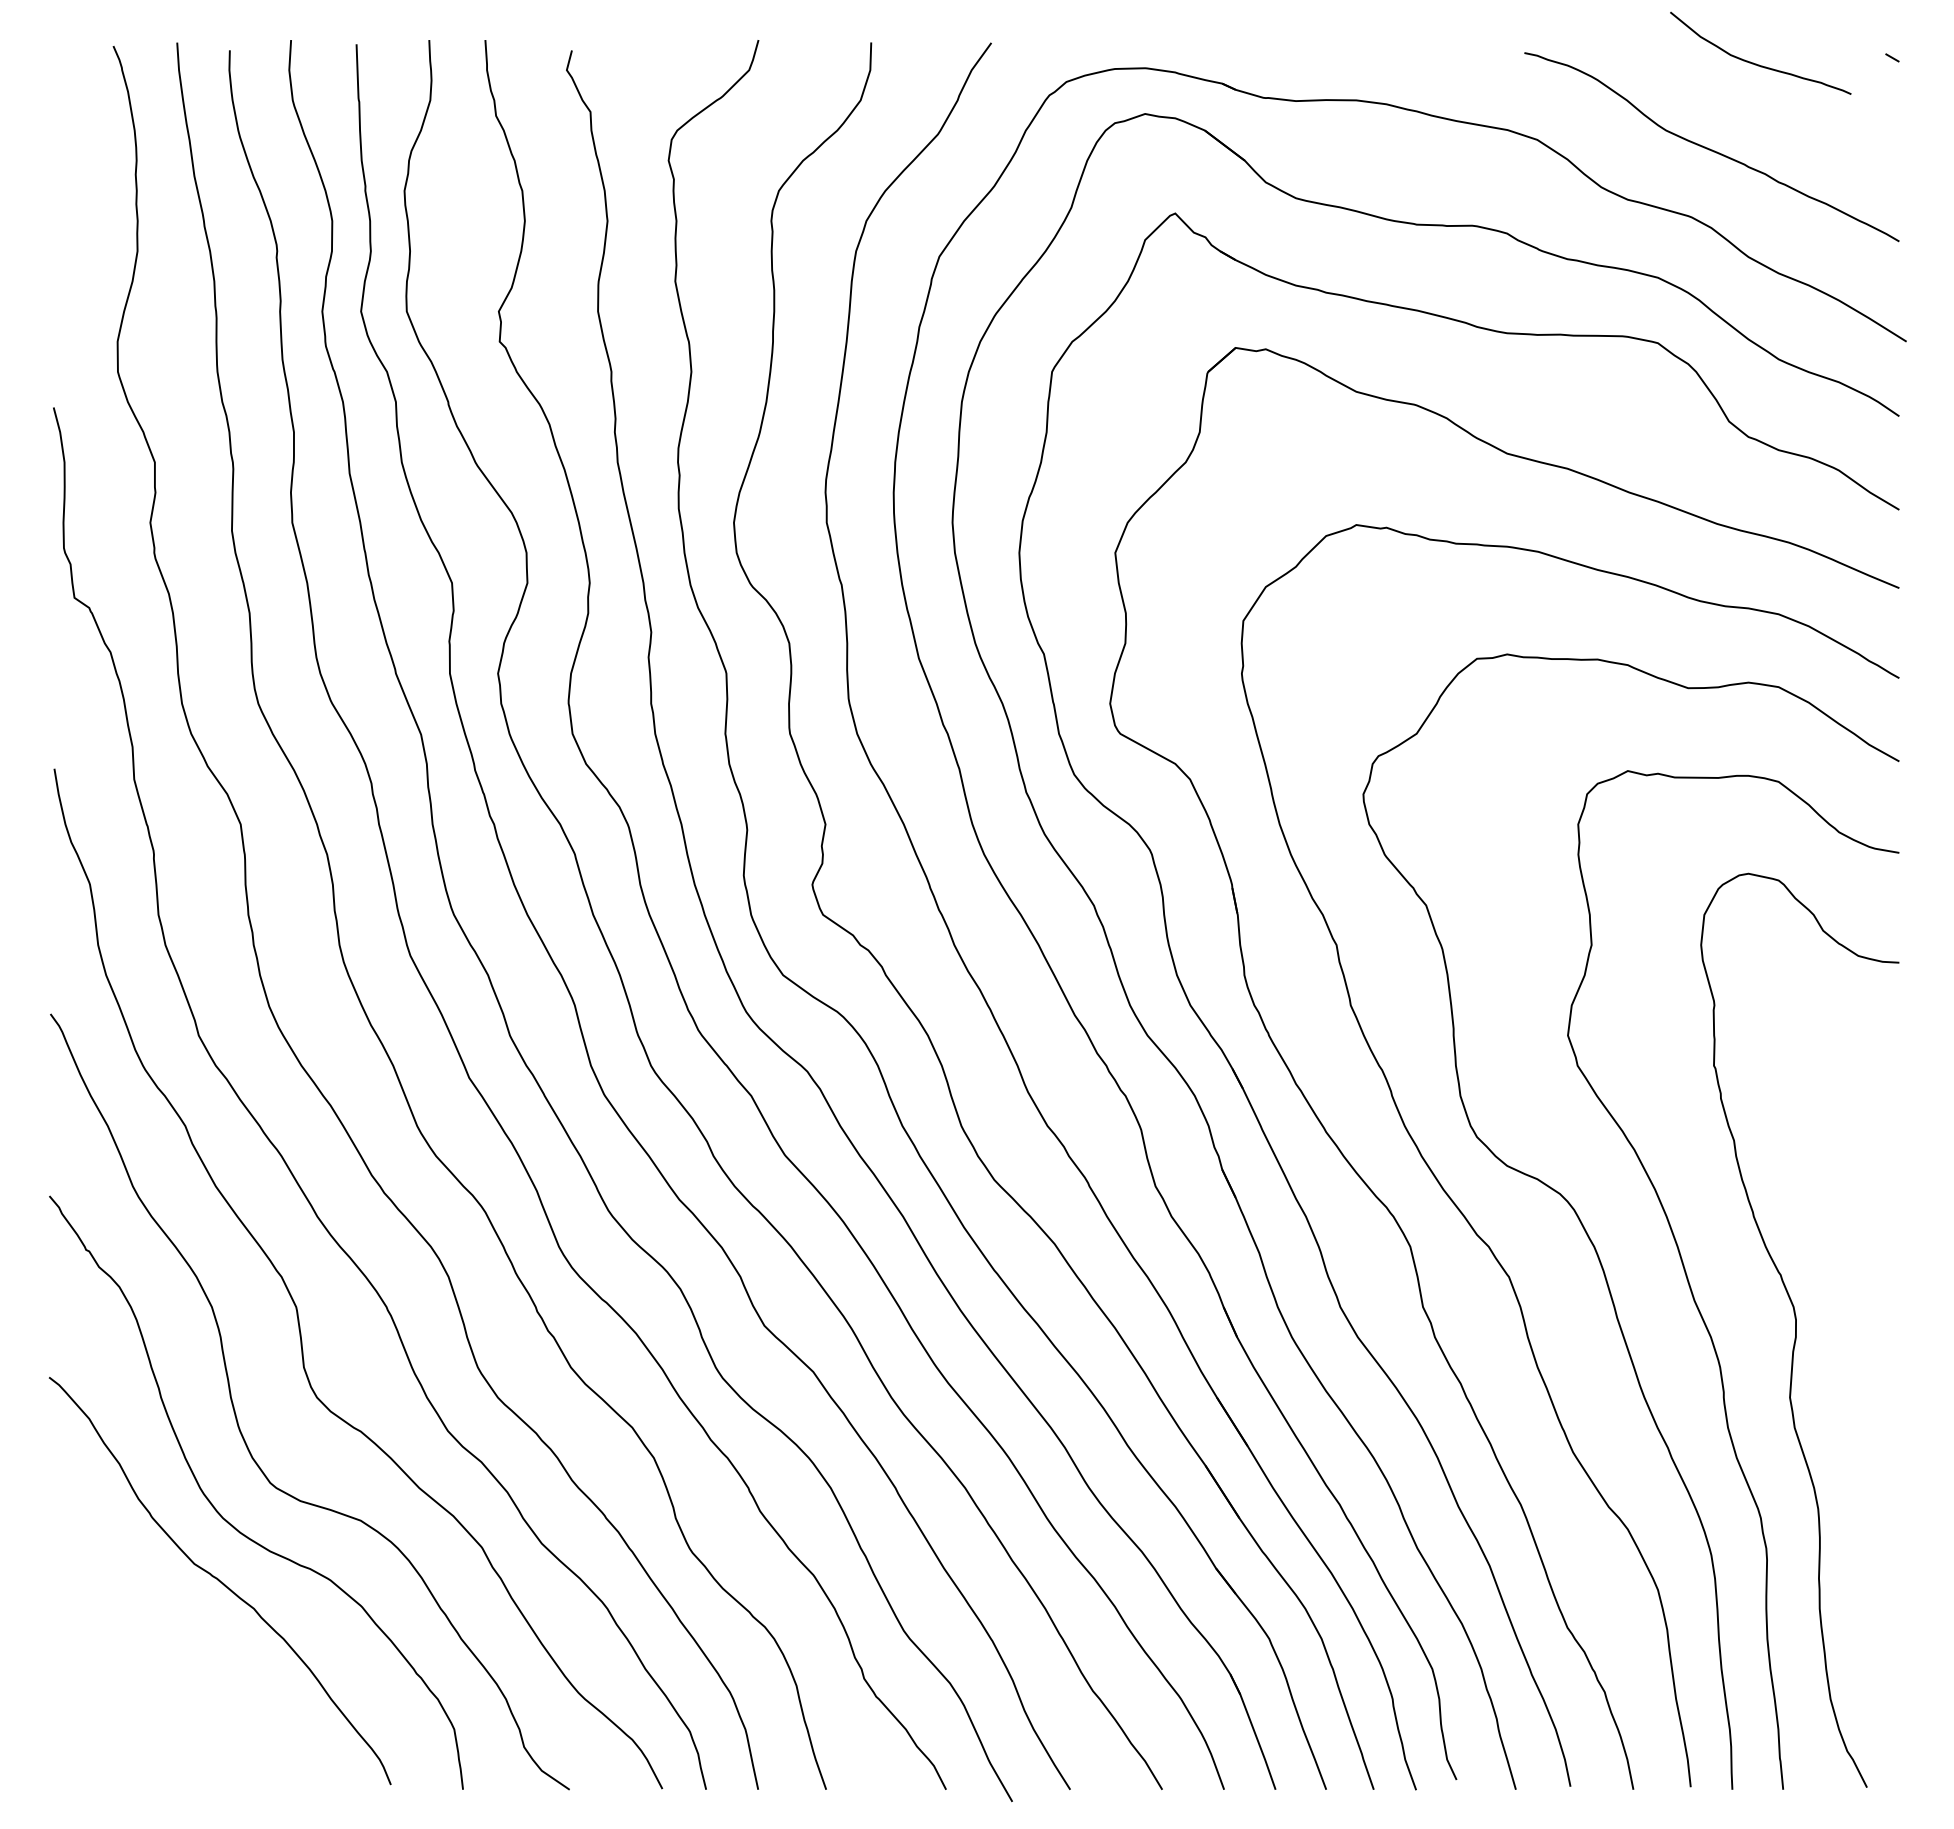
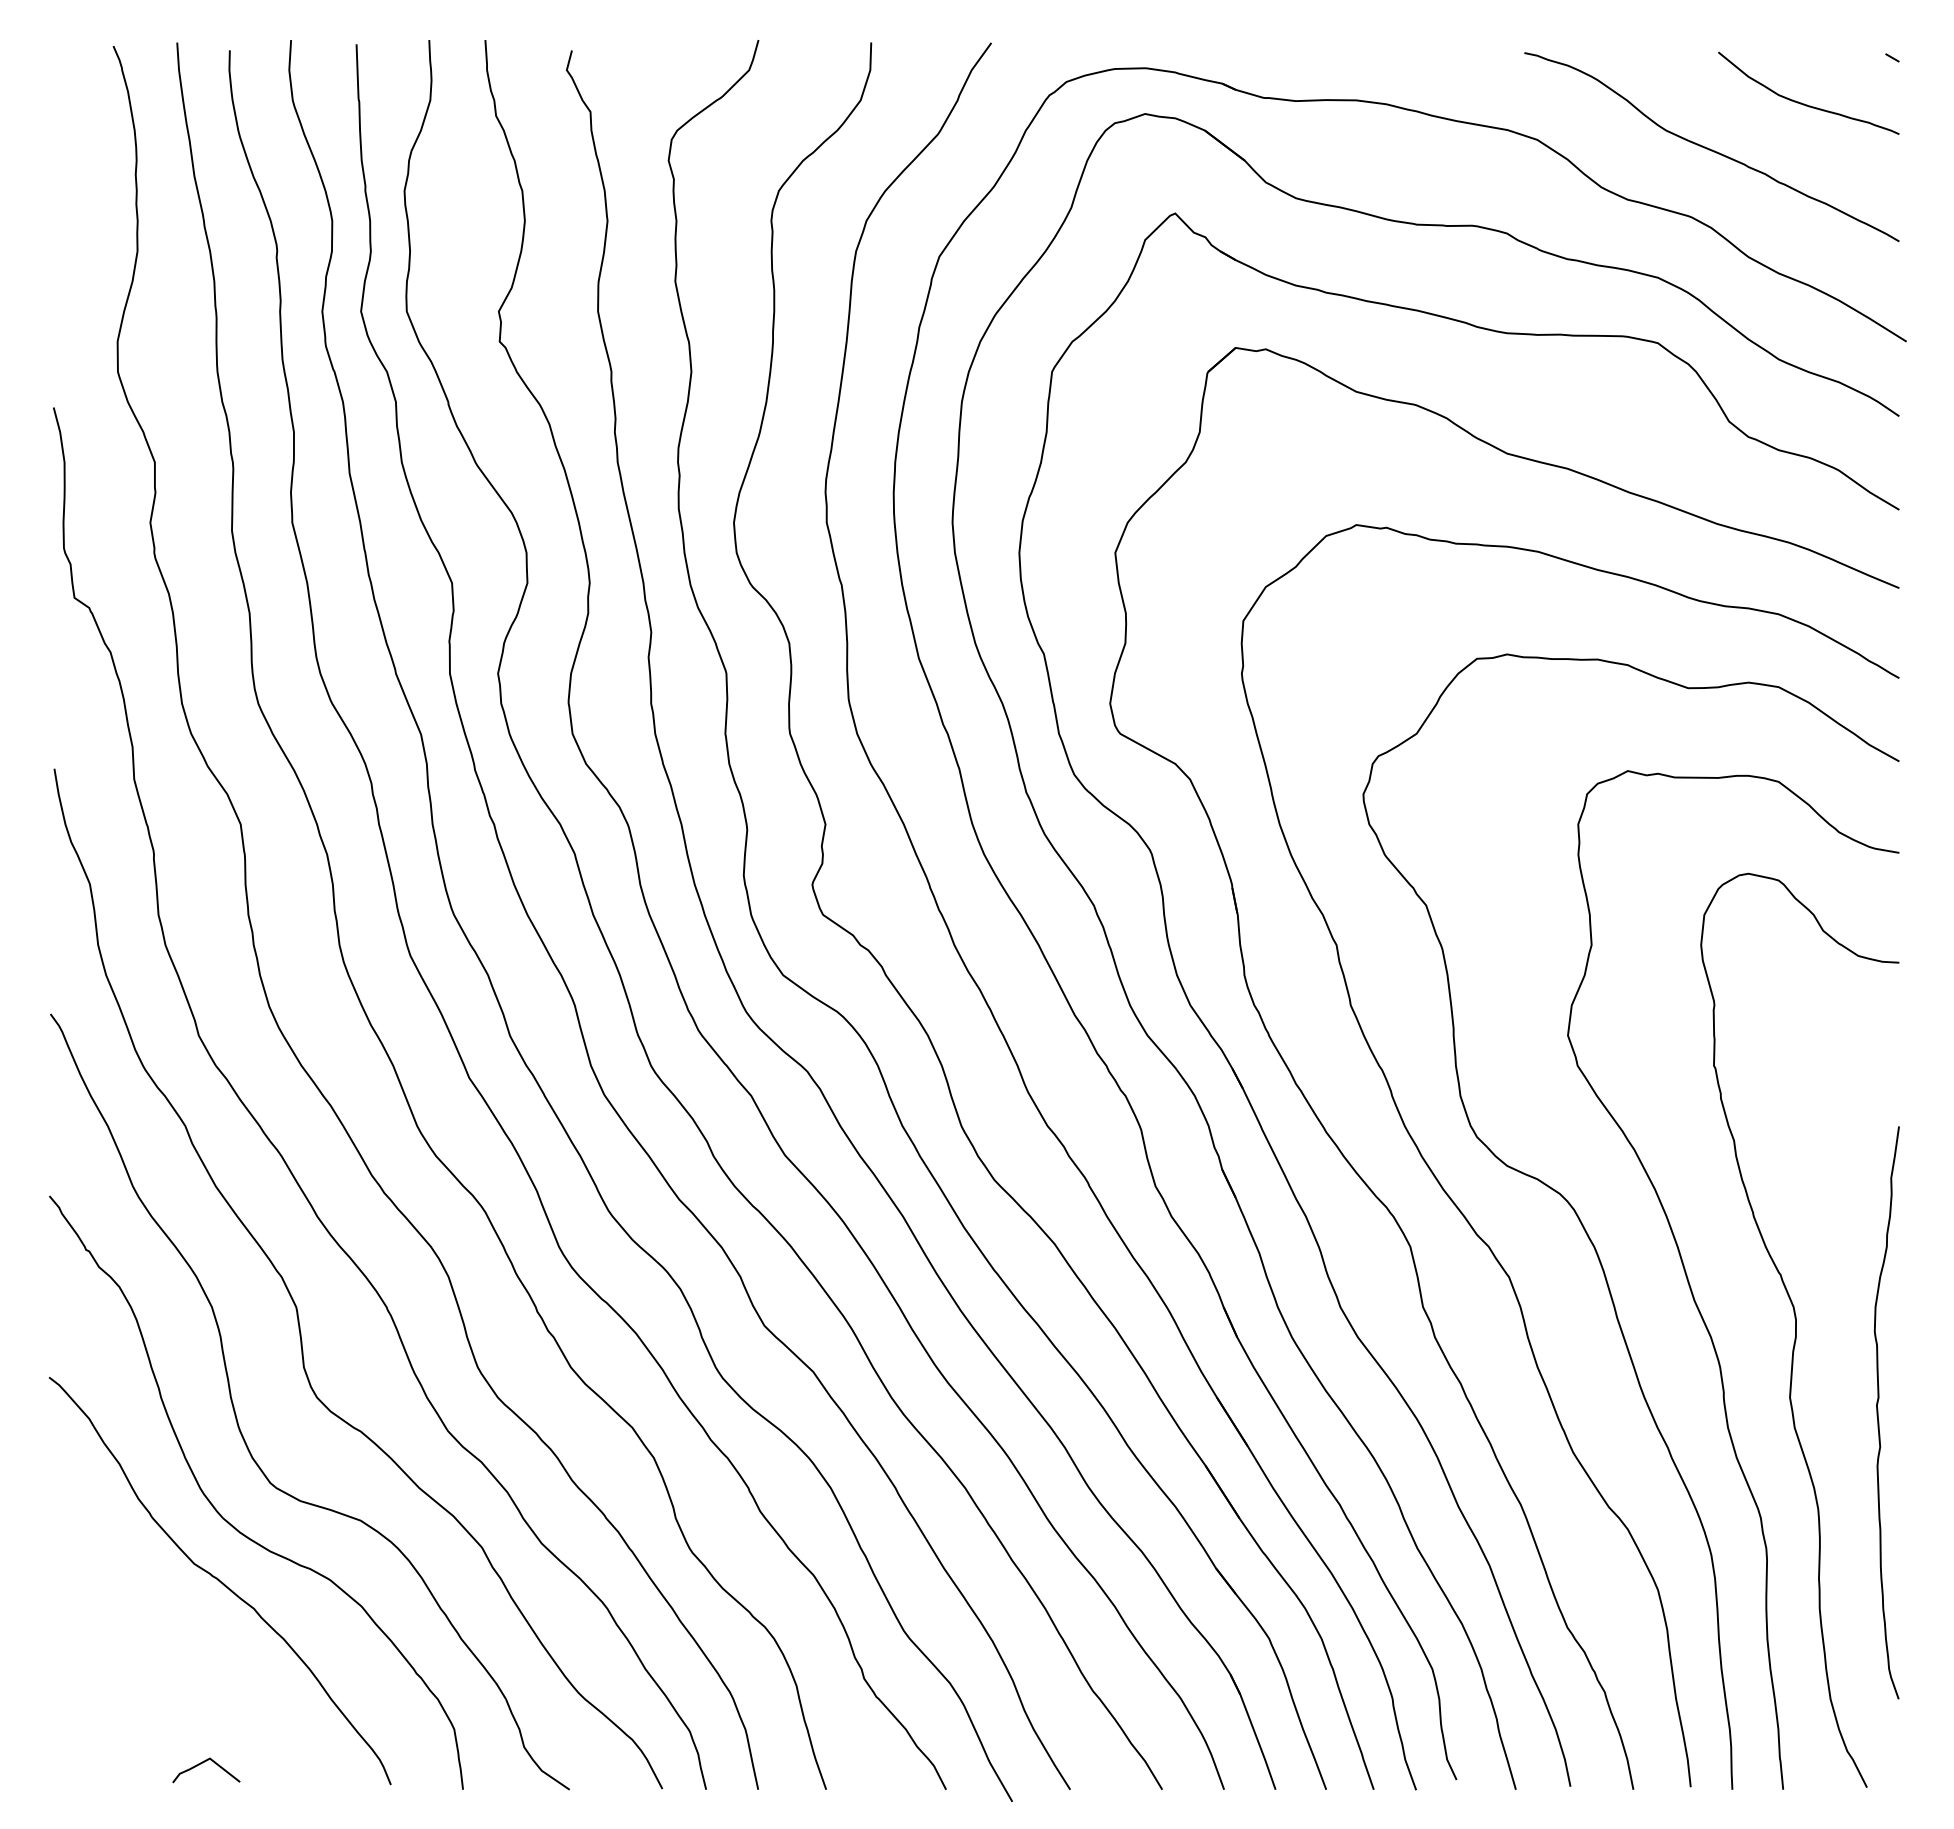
curve at (1756, 63) position: (1756, 63) -> (1804, 103)
curve at (1878, 1412): none -> present
line at (203, 1763): none -> present
